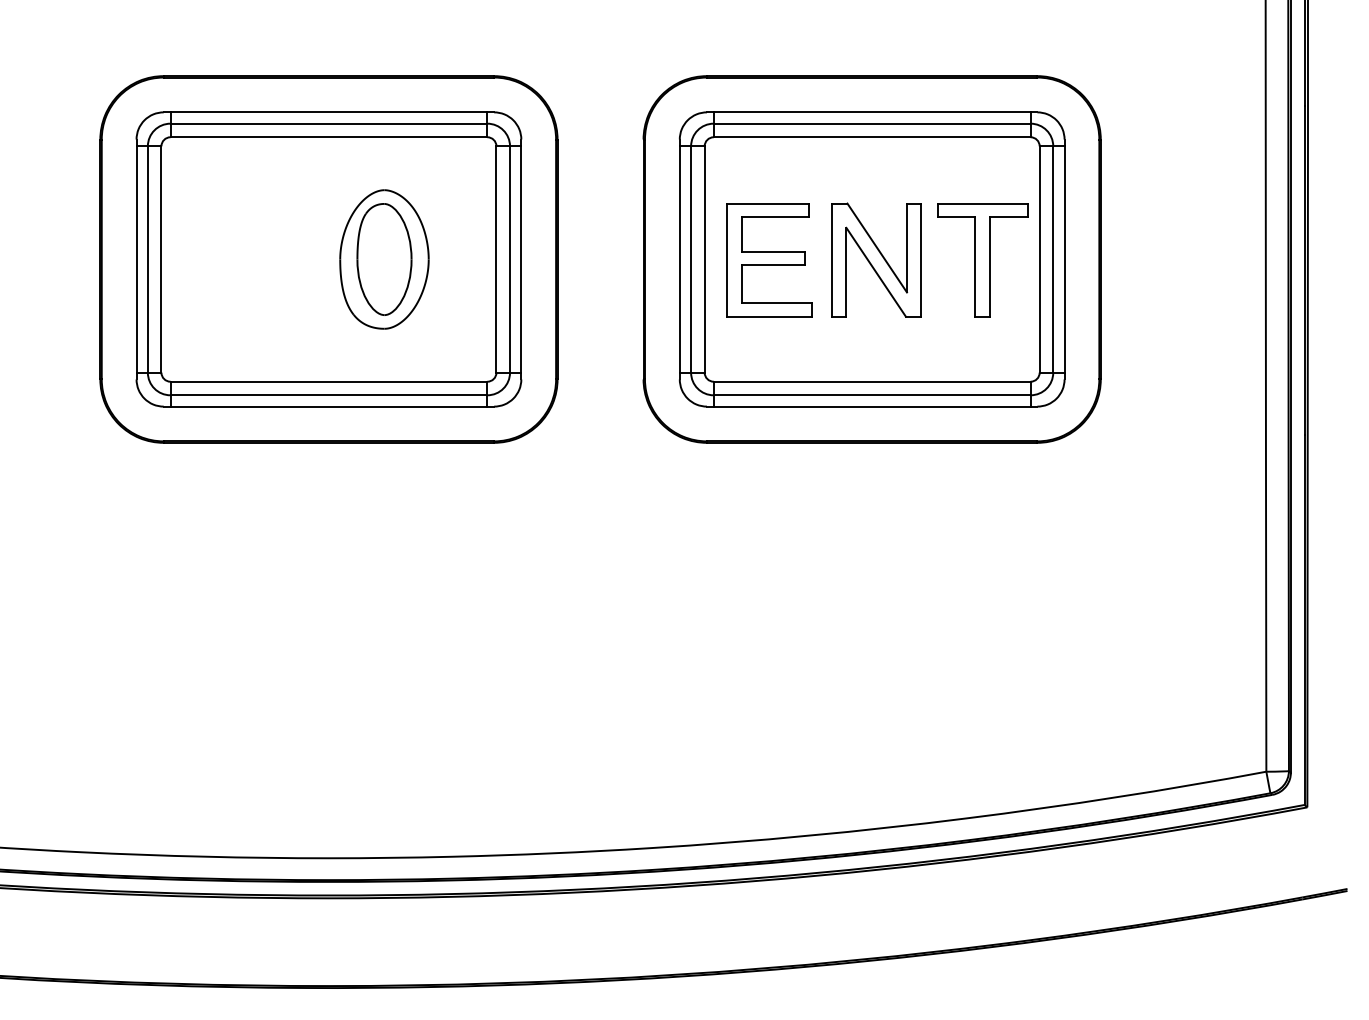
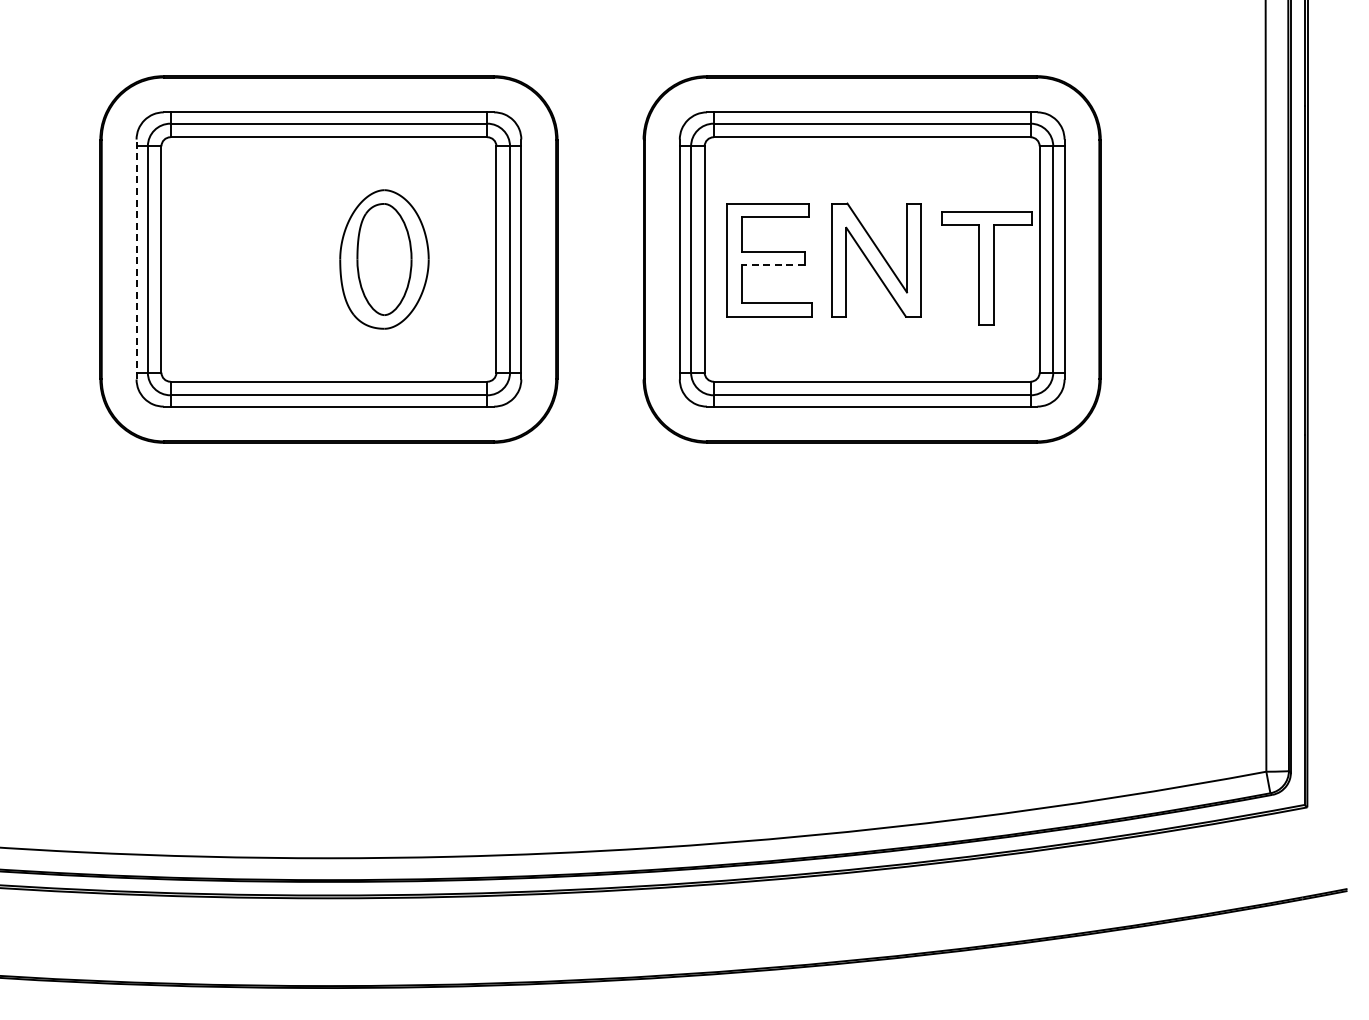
line at (136, 259): solid -> dashed
part at (982, 260) position: (982, 260) -> (986, 268)
line at (772, 264): solid -> dashed
